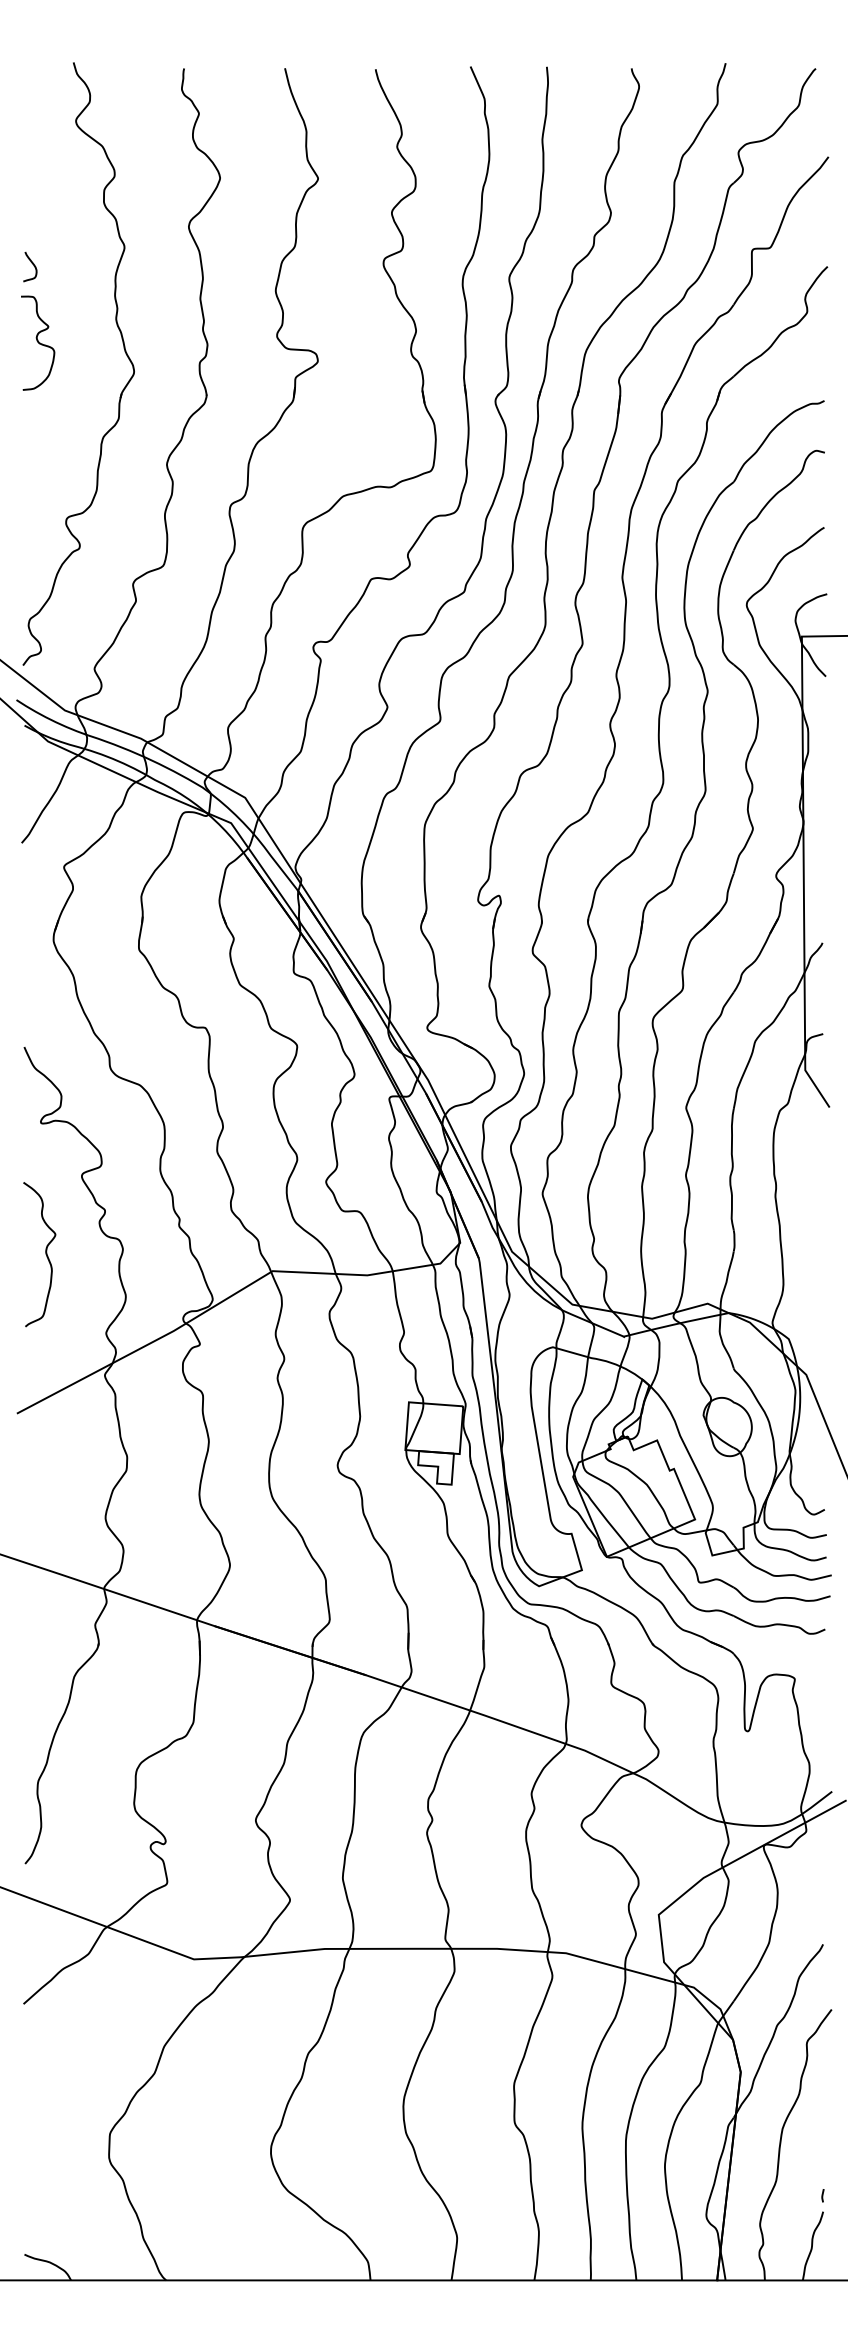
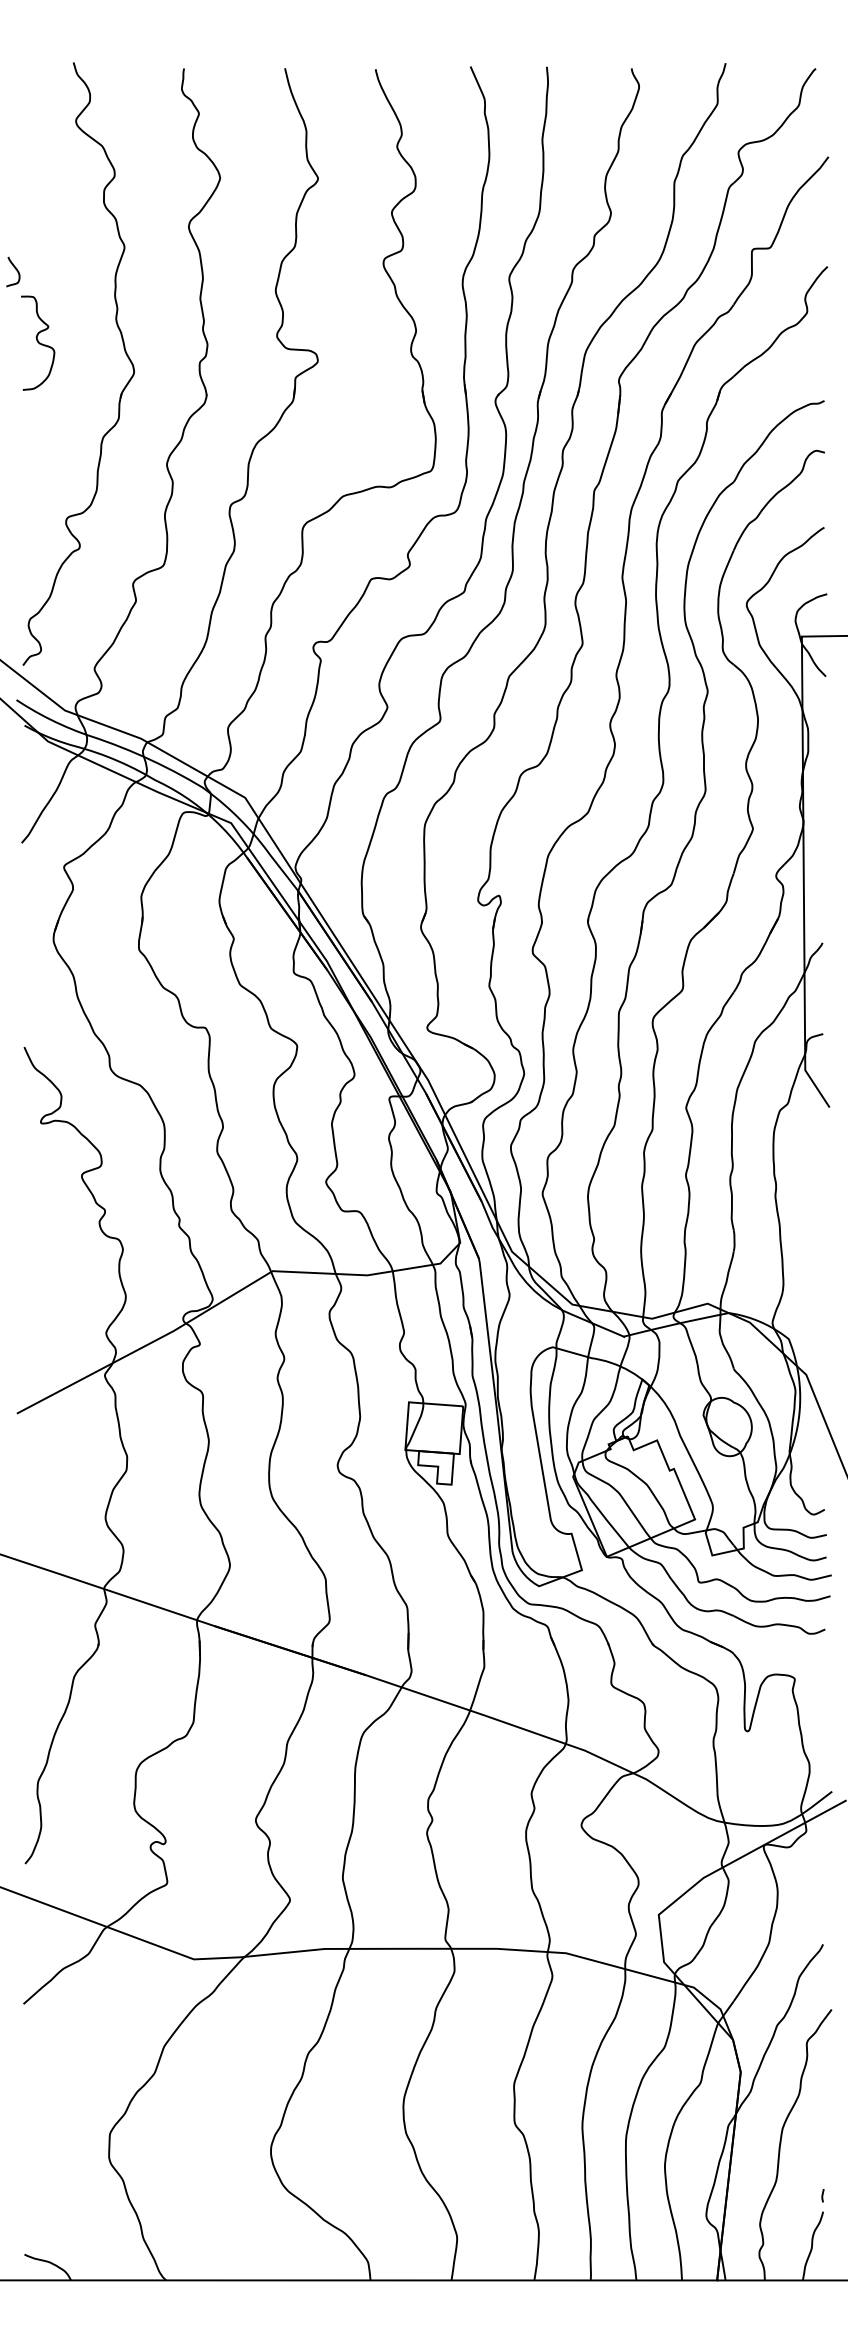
curve at (32, 264) position: (32, 264) -> (15, 269)
curve at (45, 1254): present -> none
